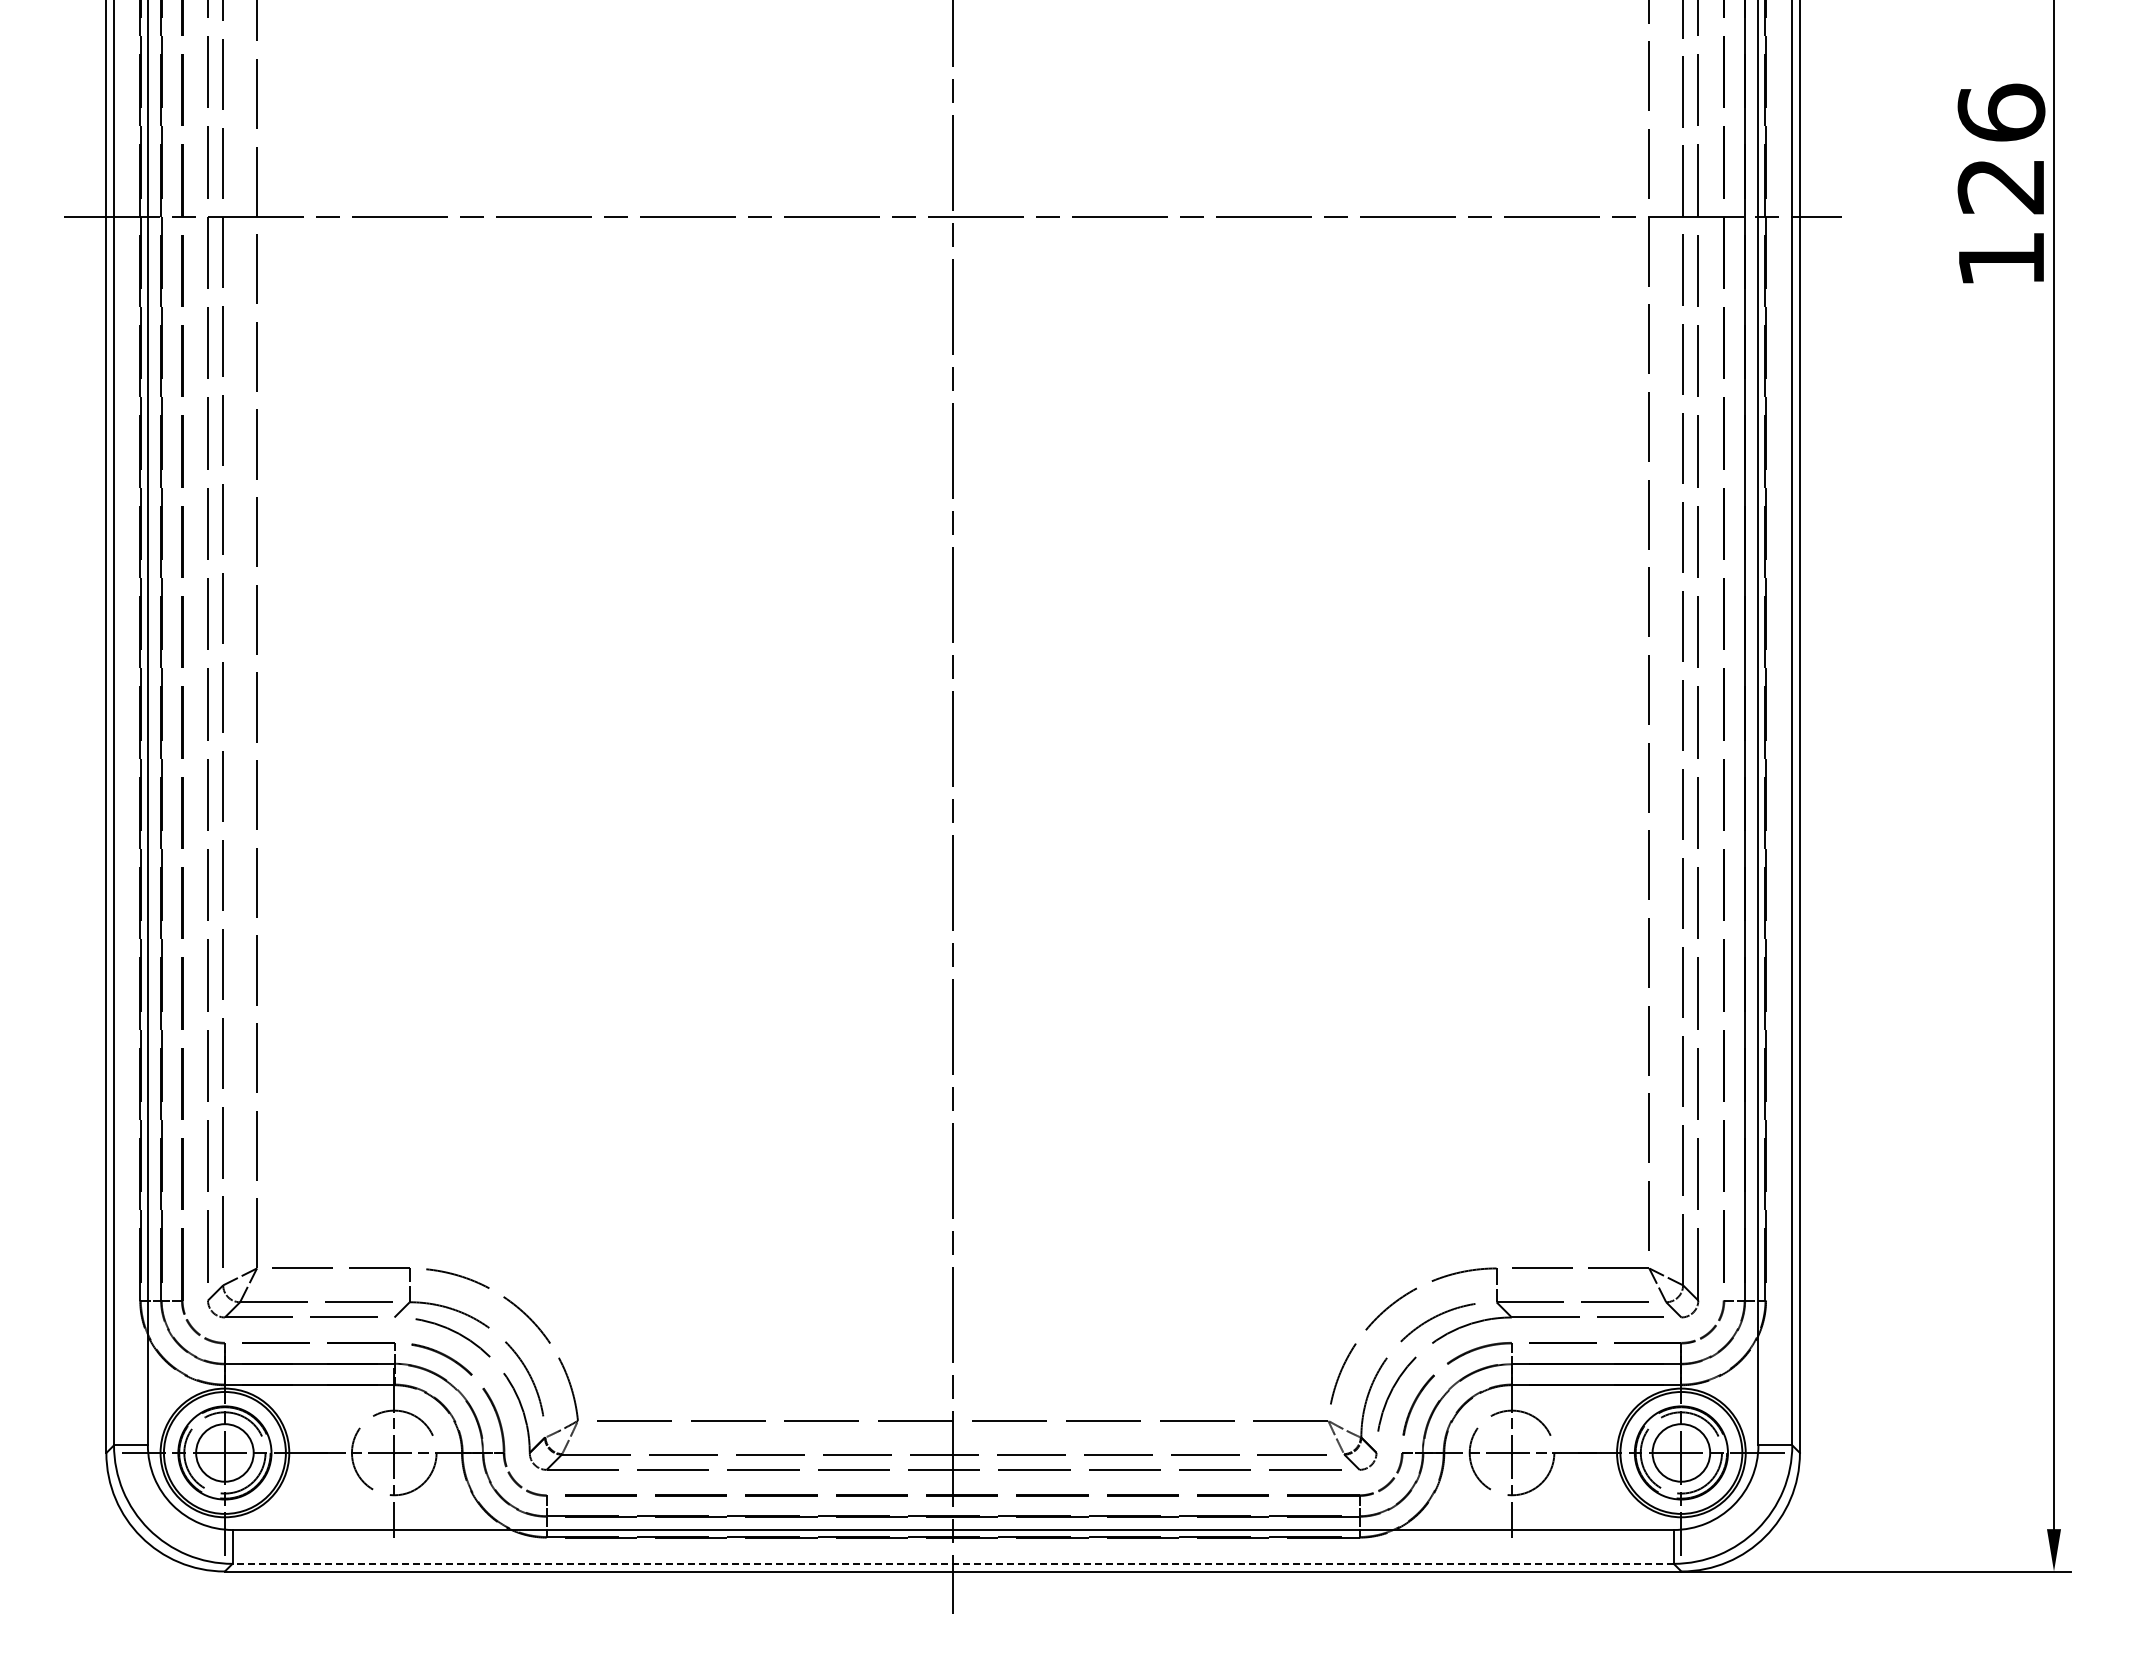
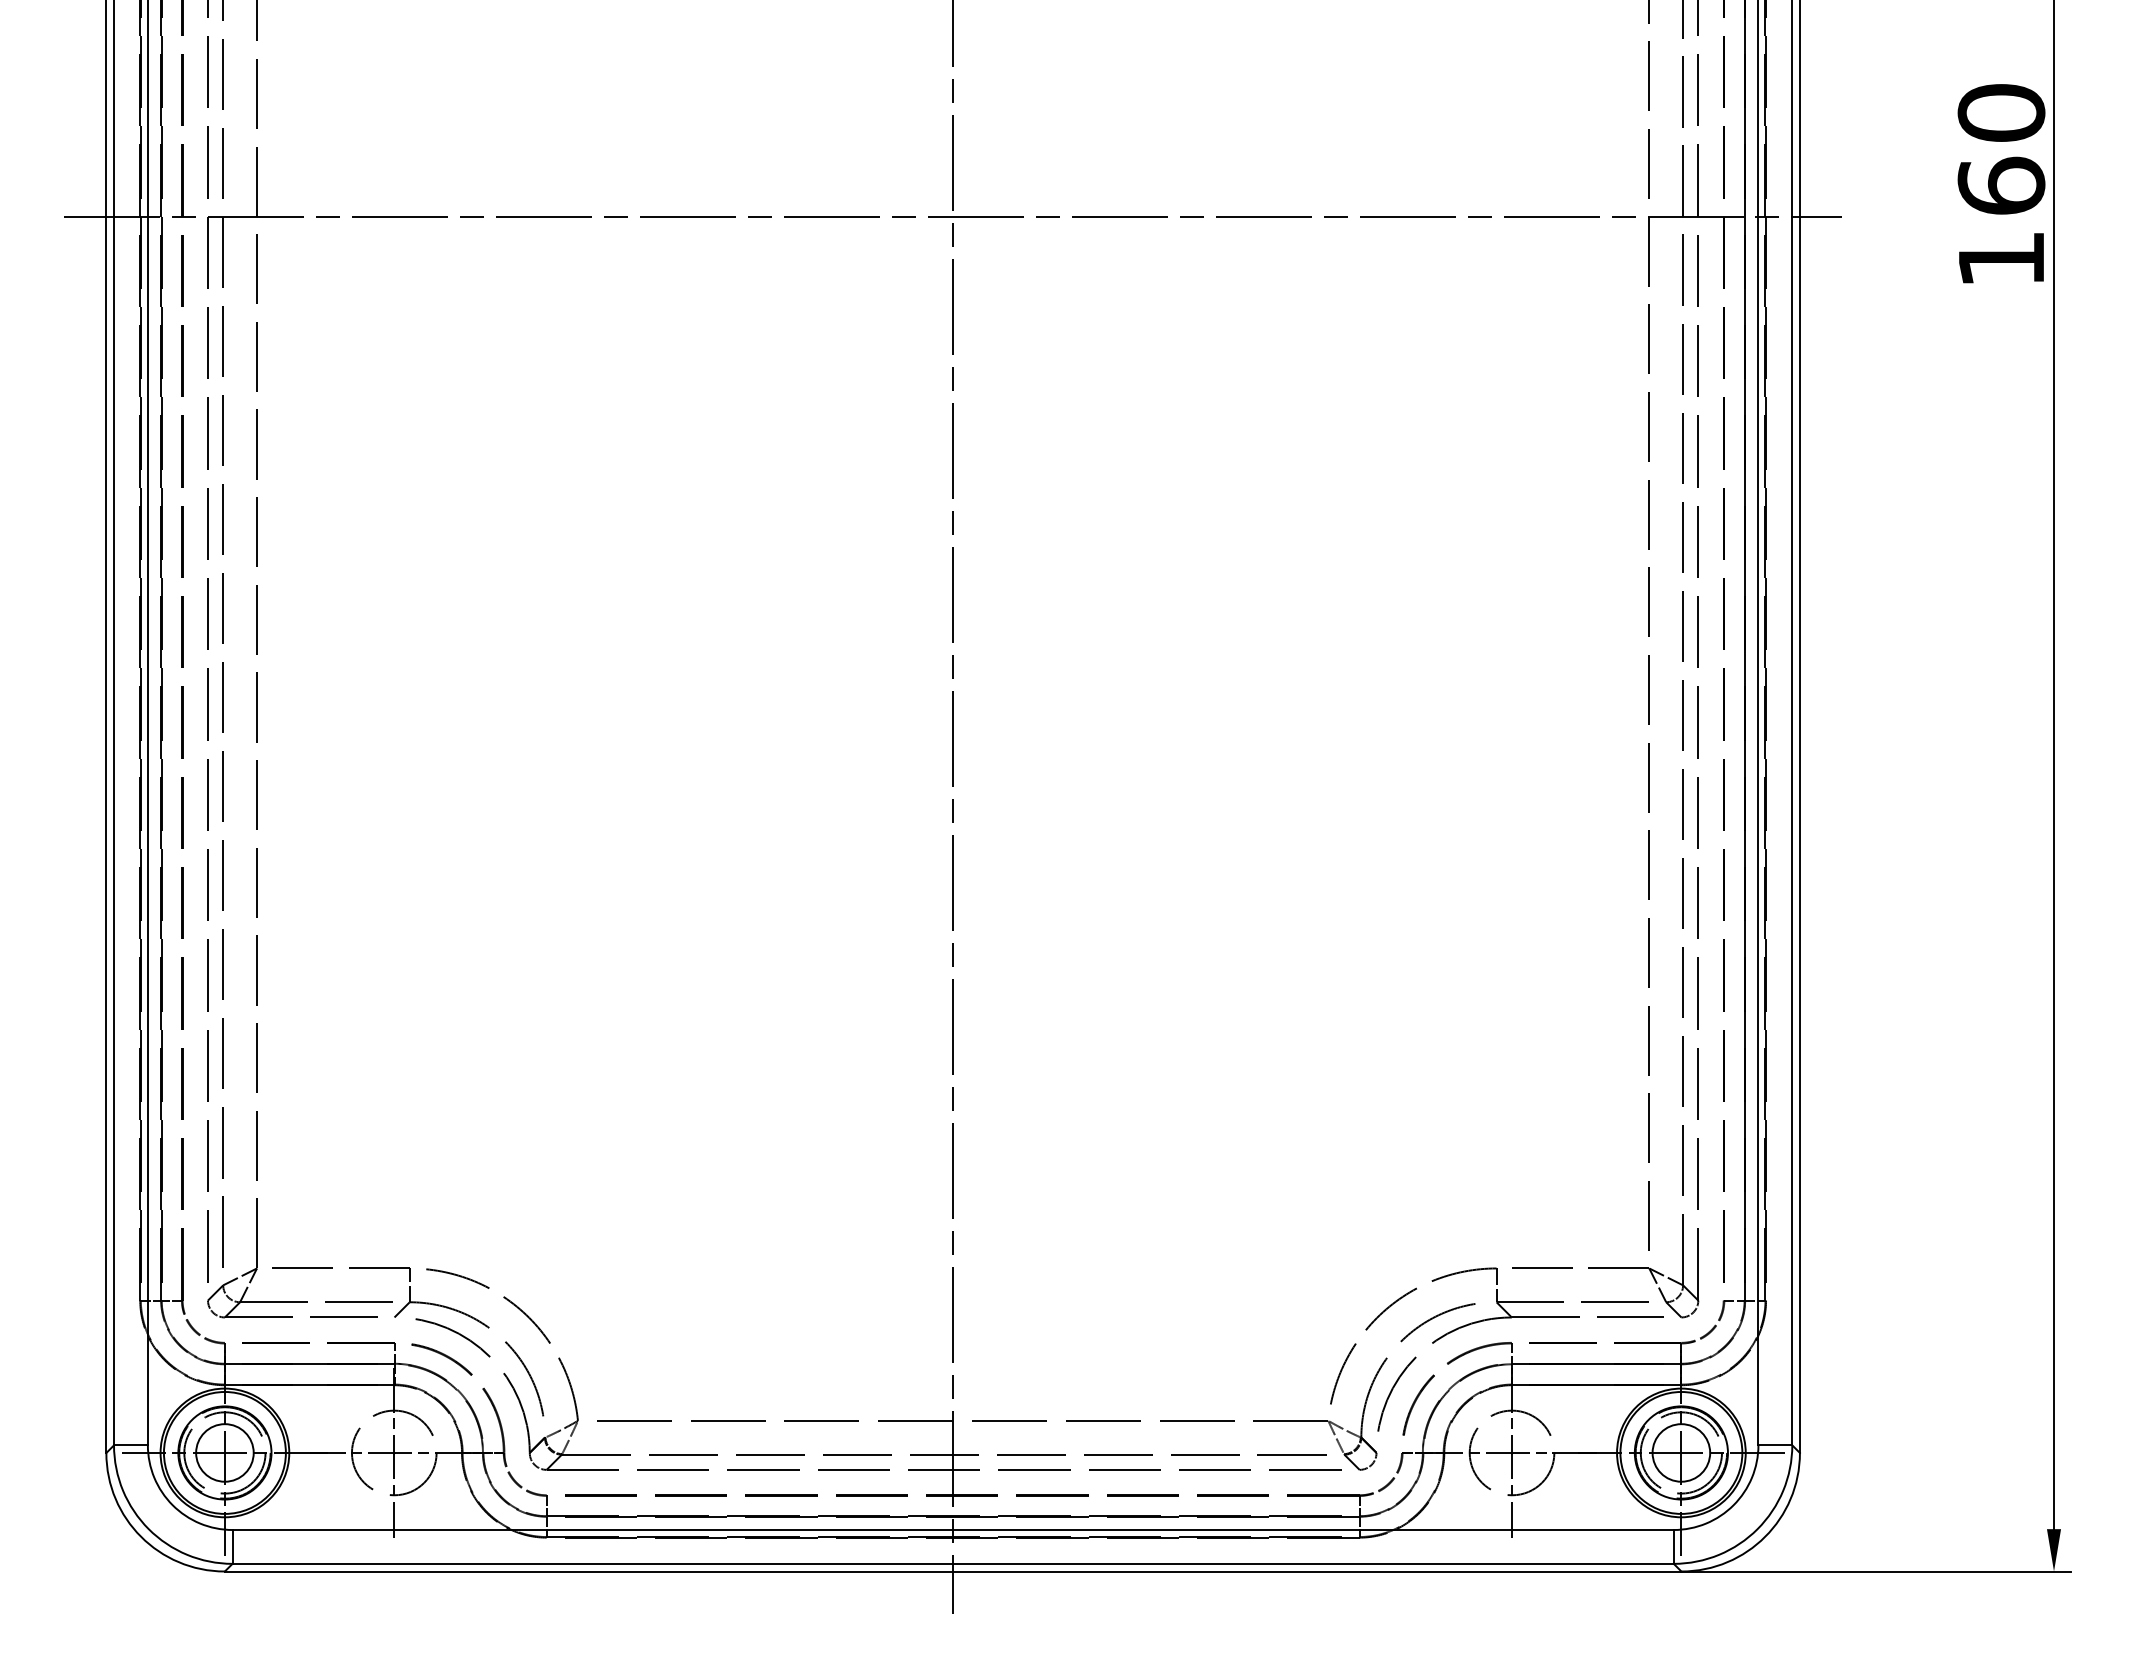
text at (2001, 148): 126 -> 160
line at (953, 1563): dashed -> solid
